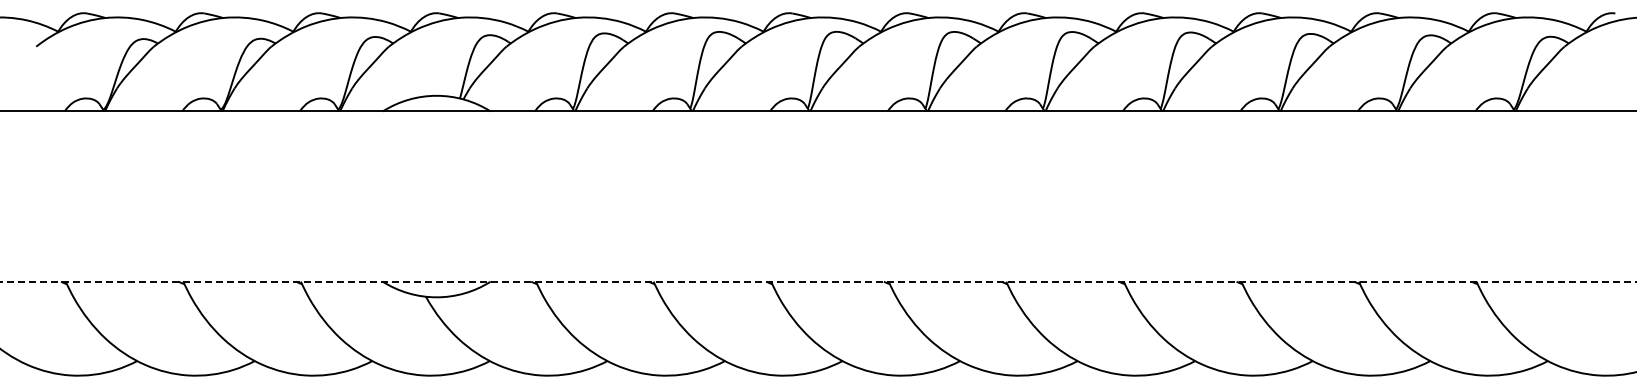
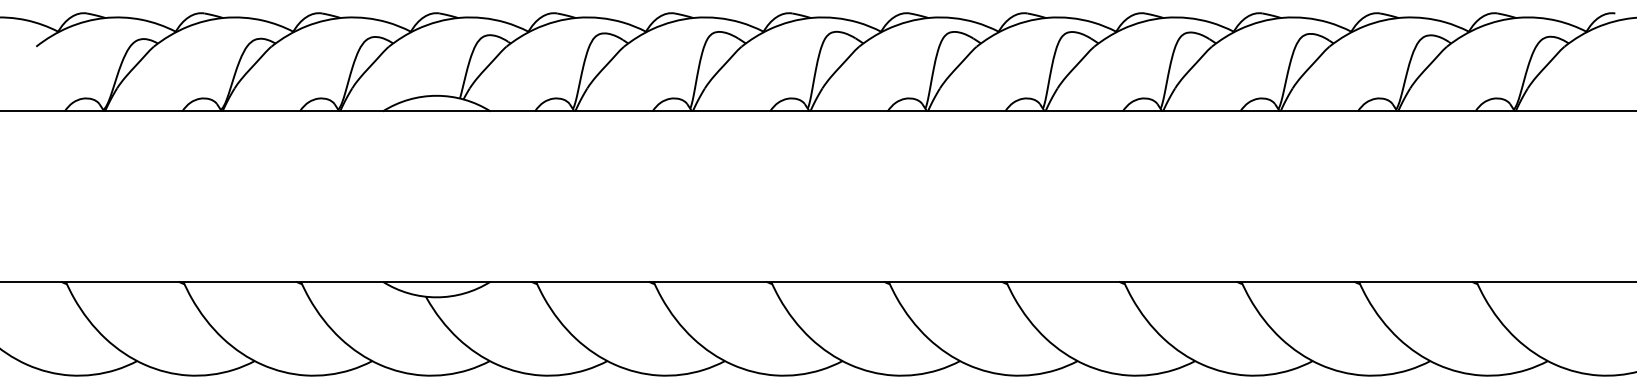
line at (819, 281): dashed -> solid
